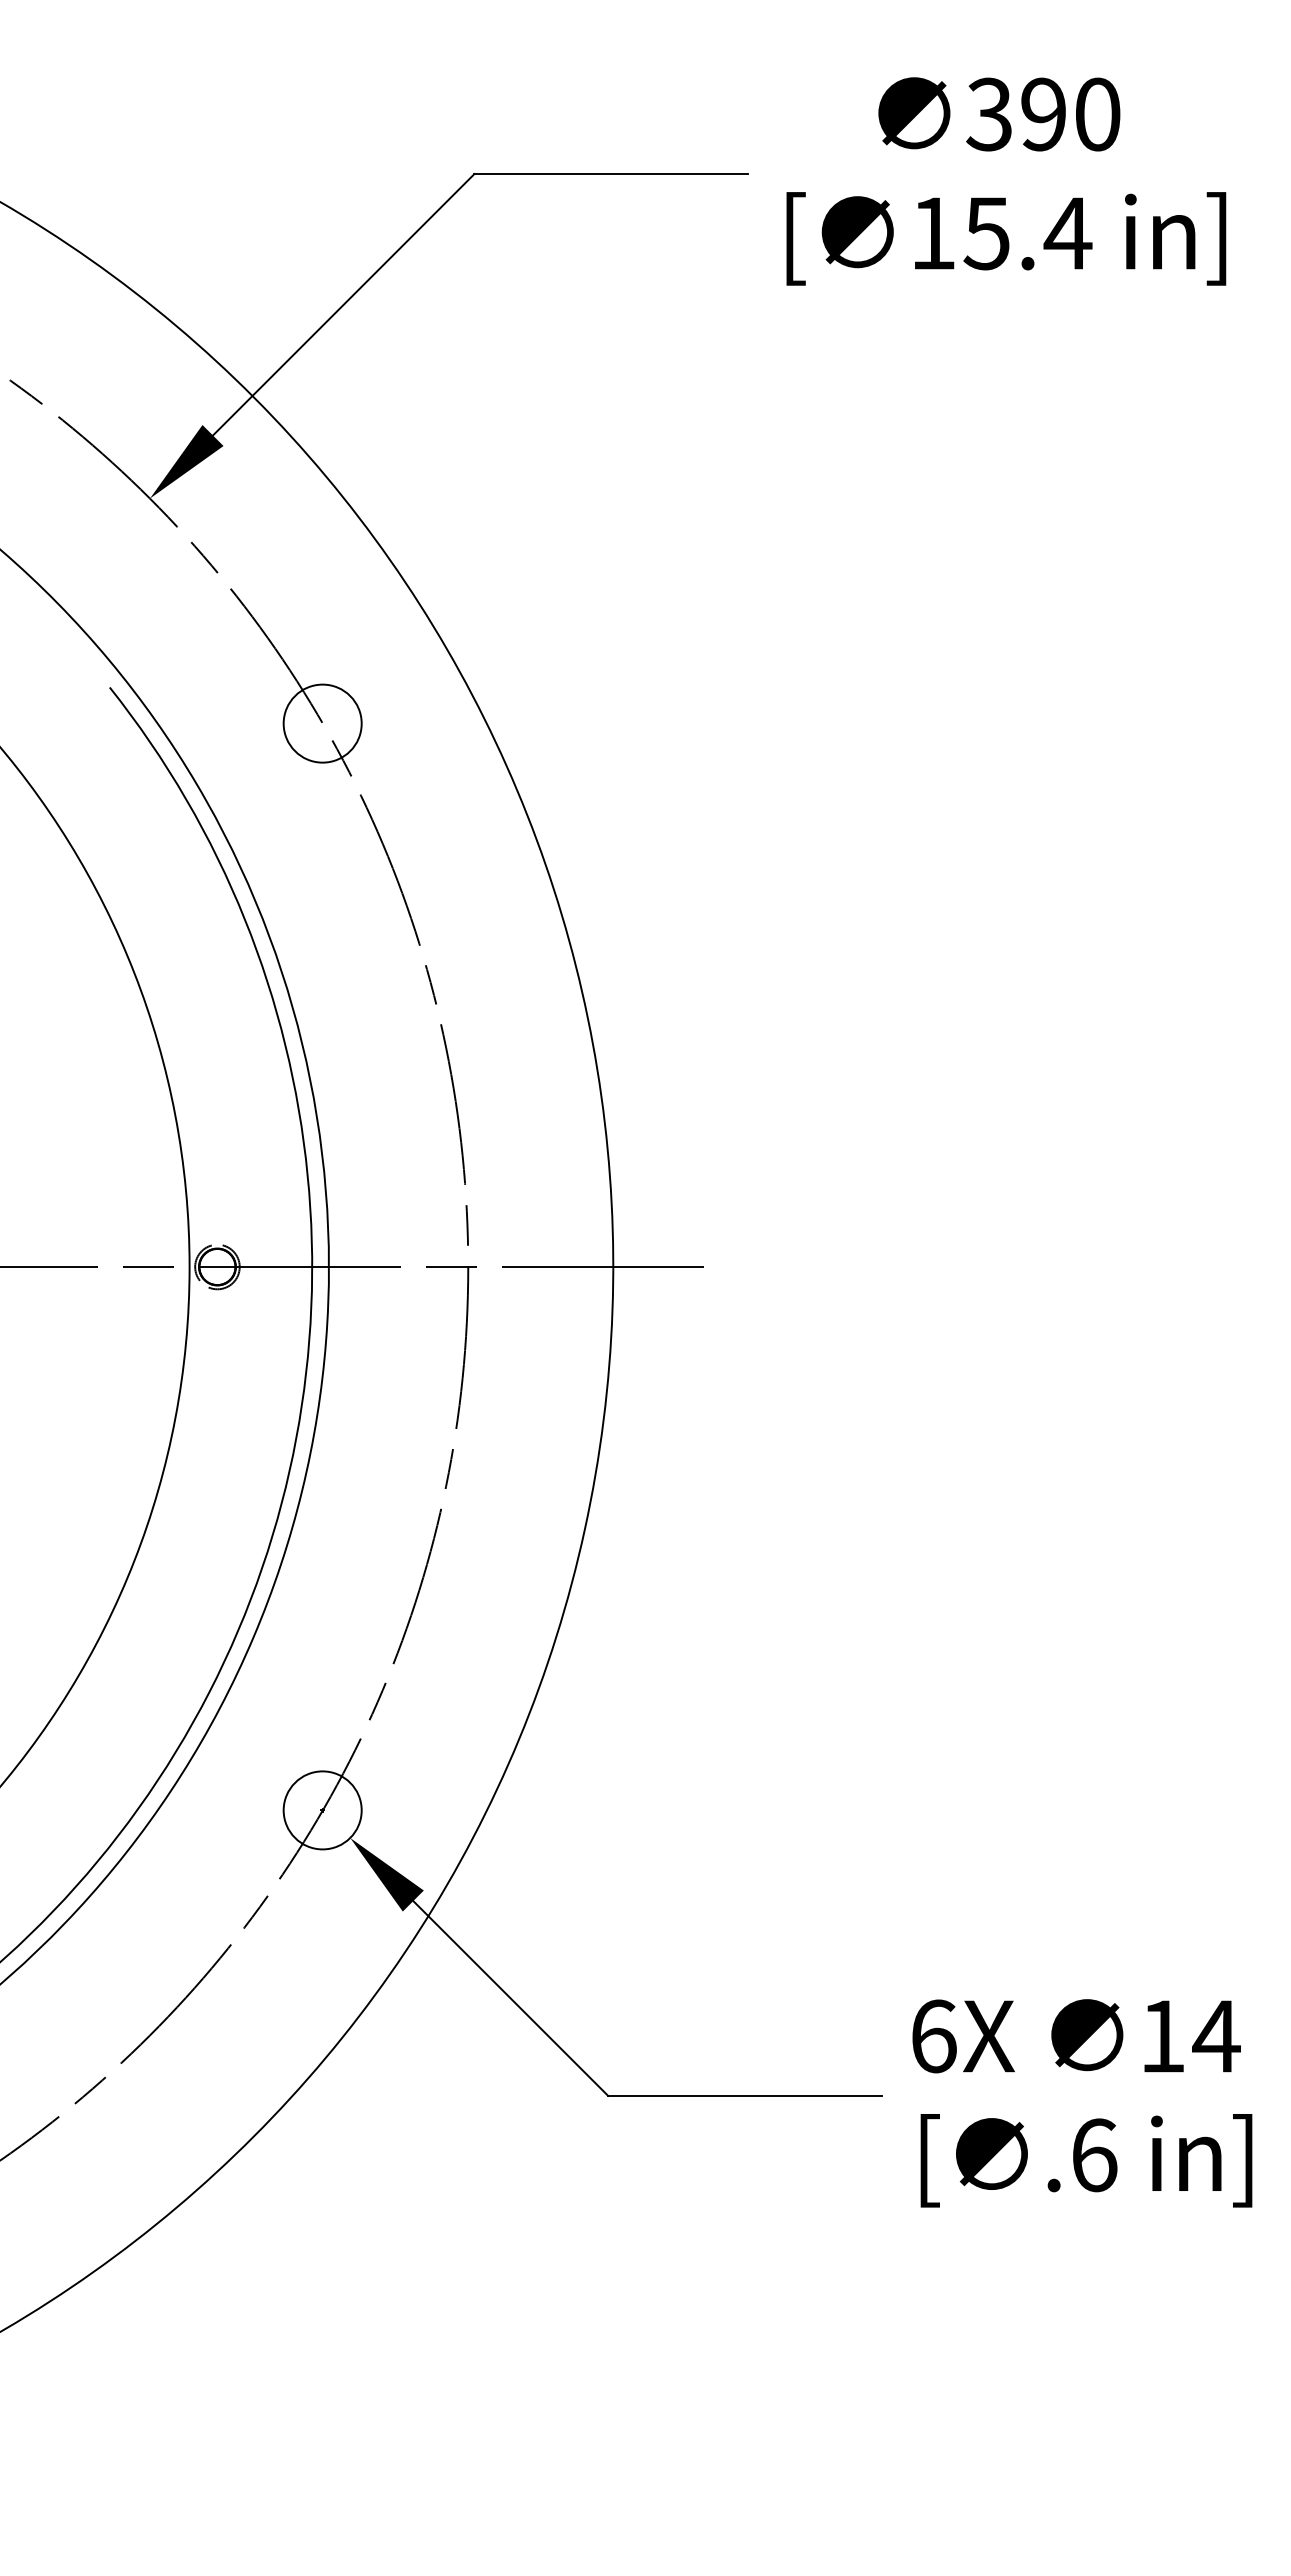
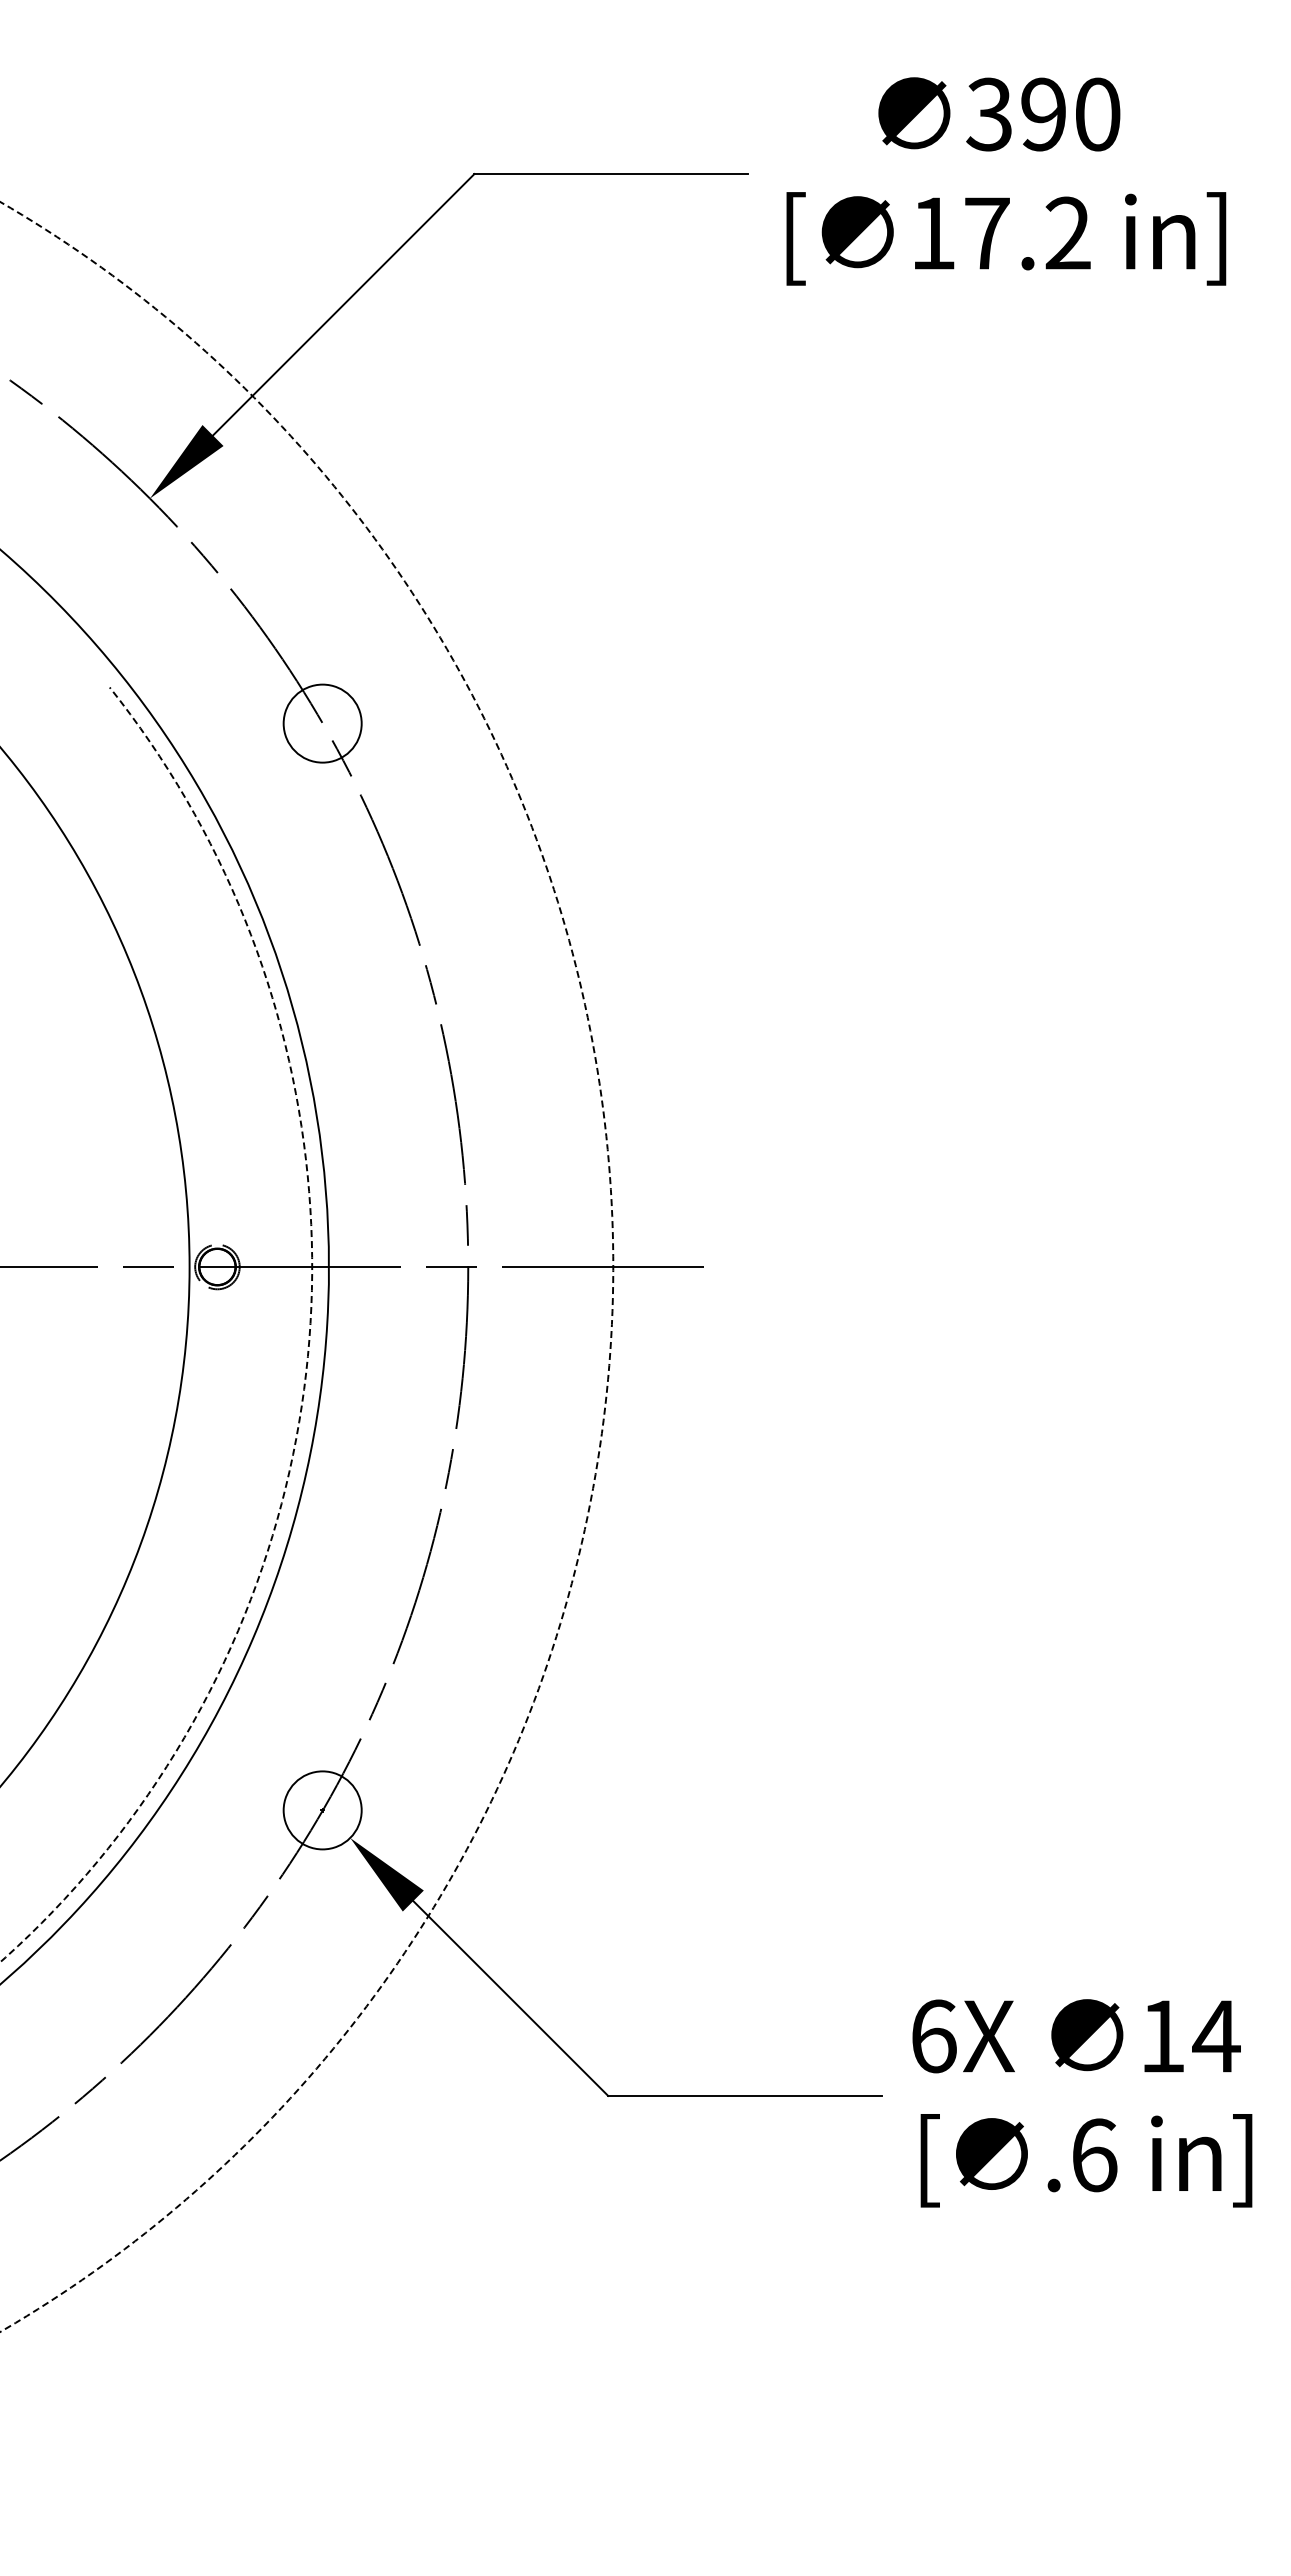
text at (1027, 233): 15.4 -> 17.2
arc at (613, 1267): solid -> dashed
arc at (308, 1344): solid -> dashed
